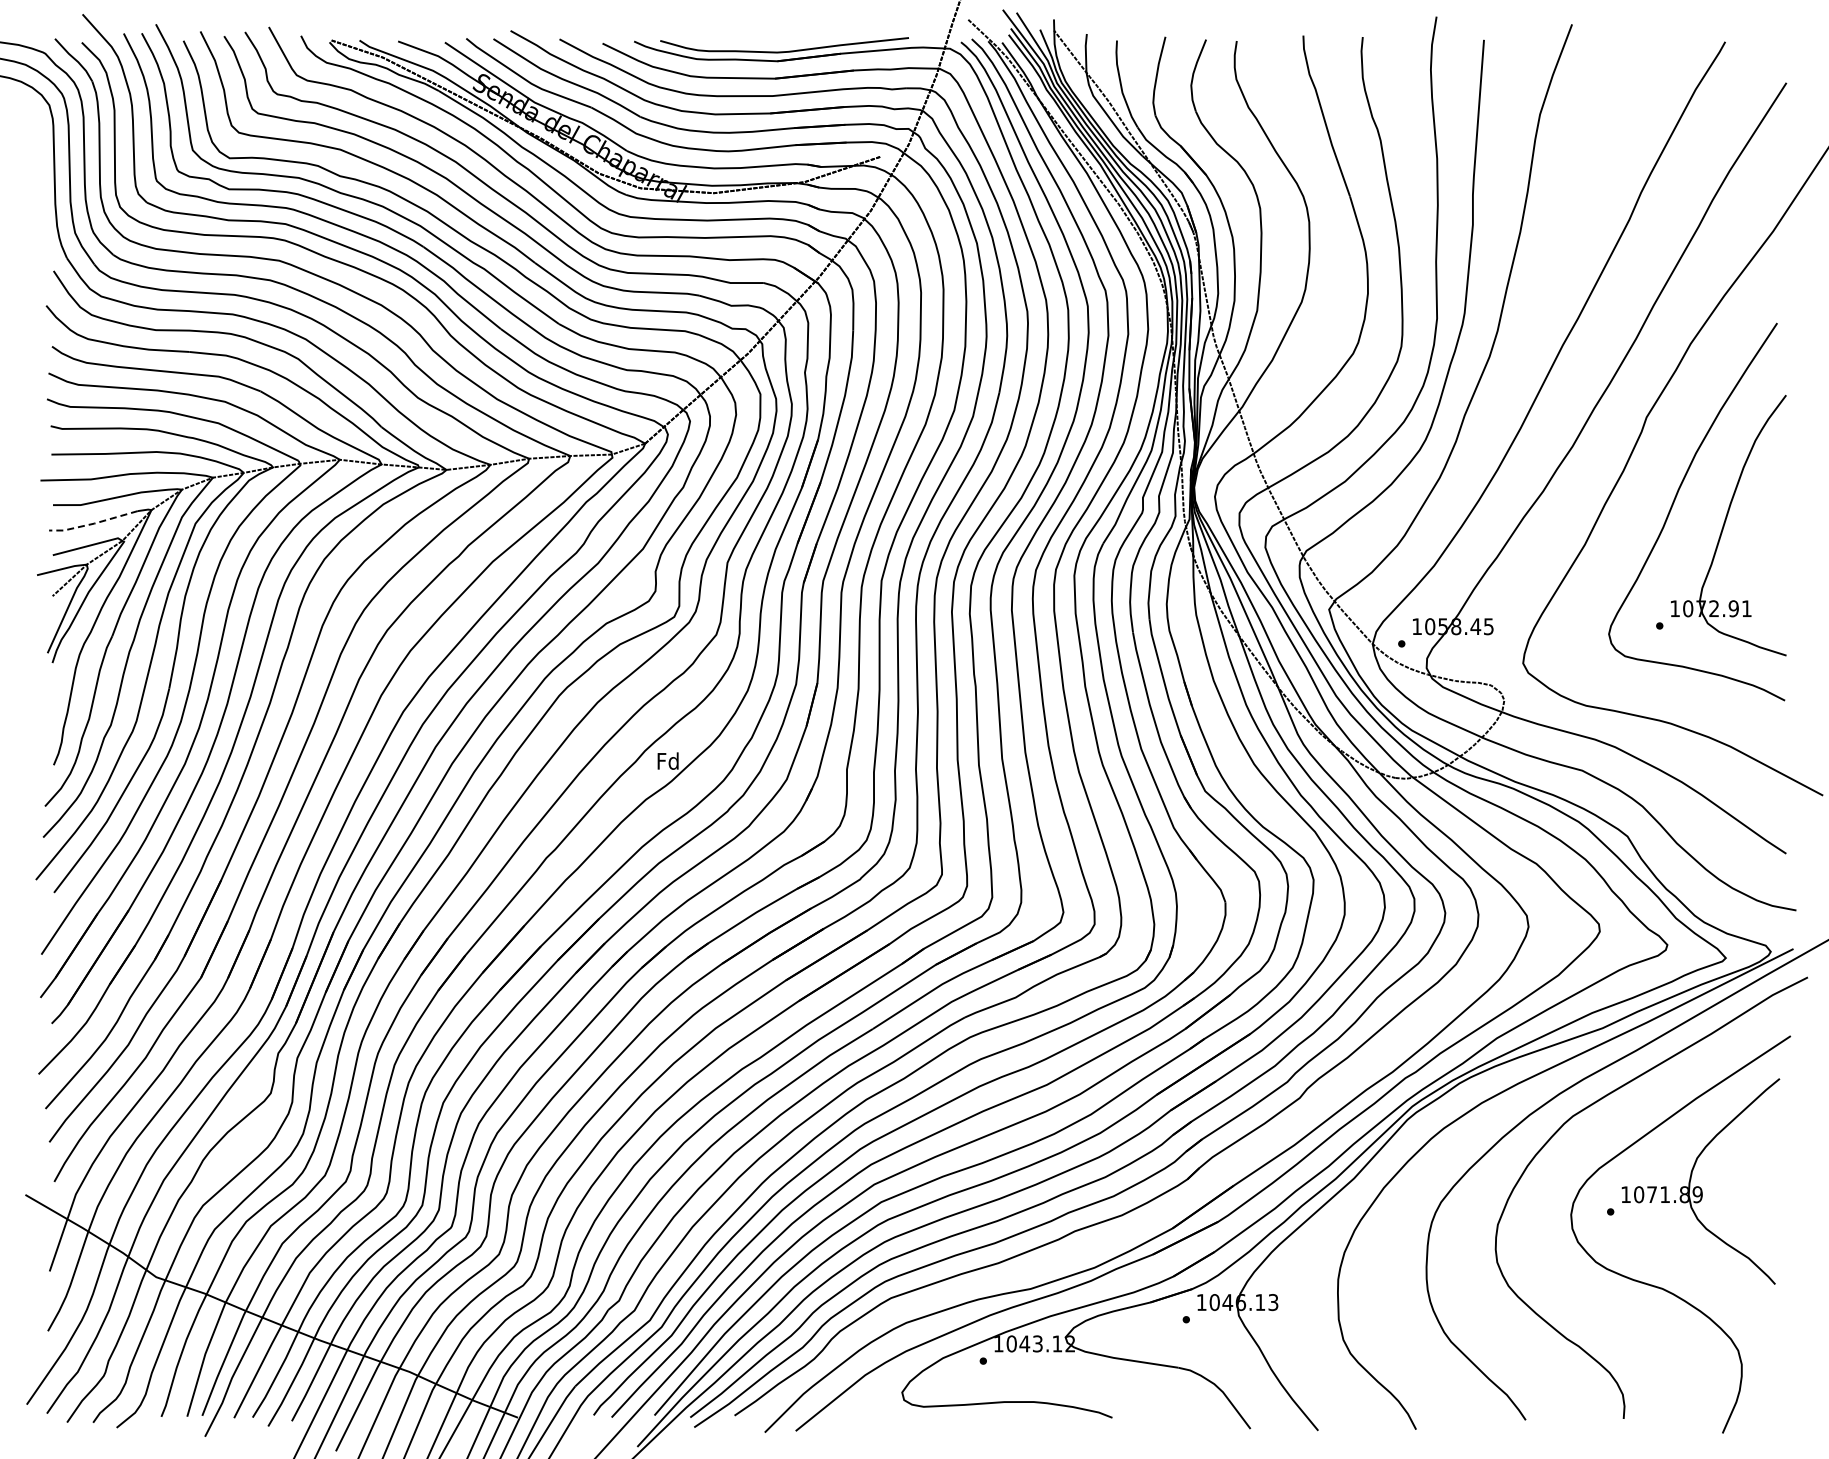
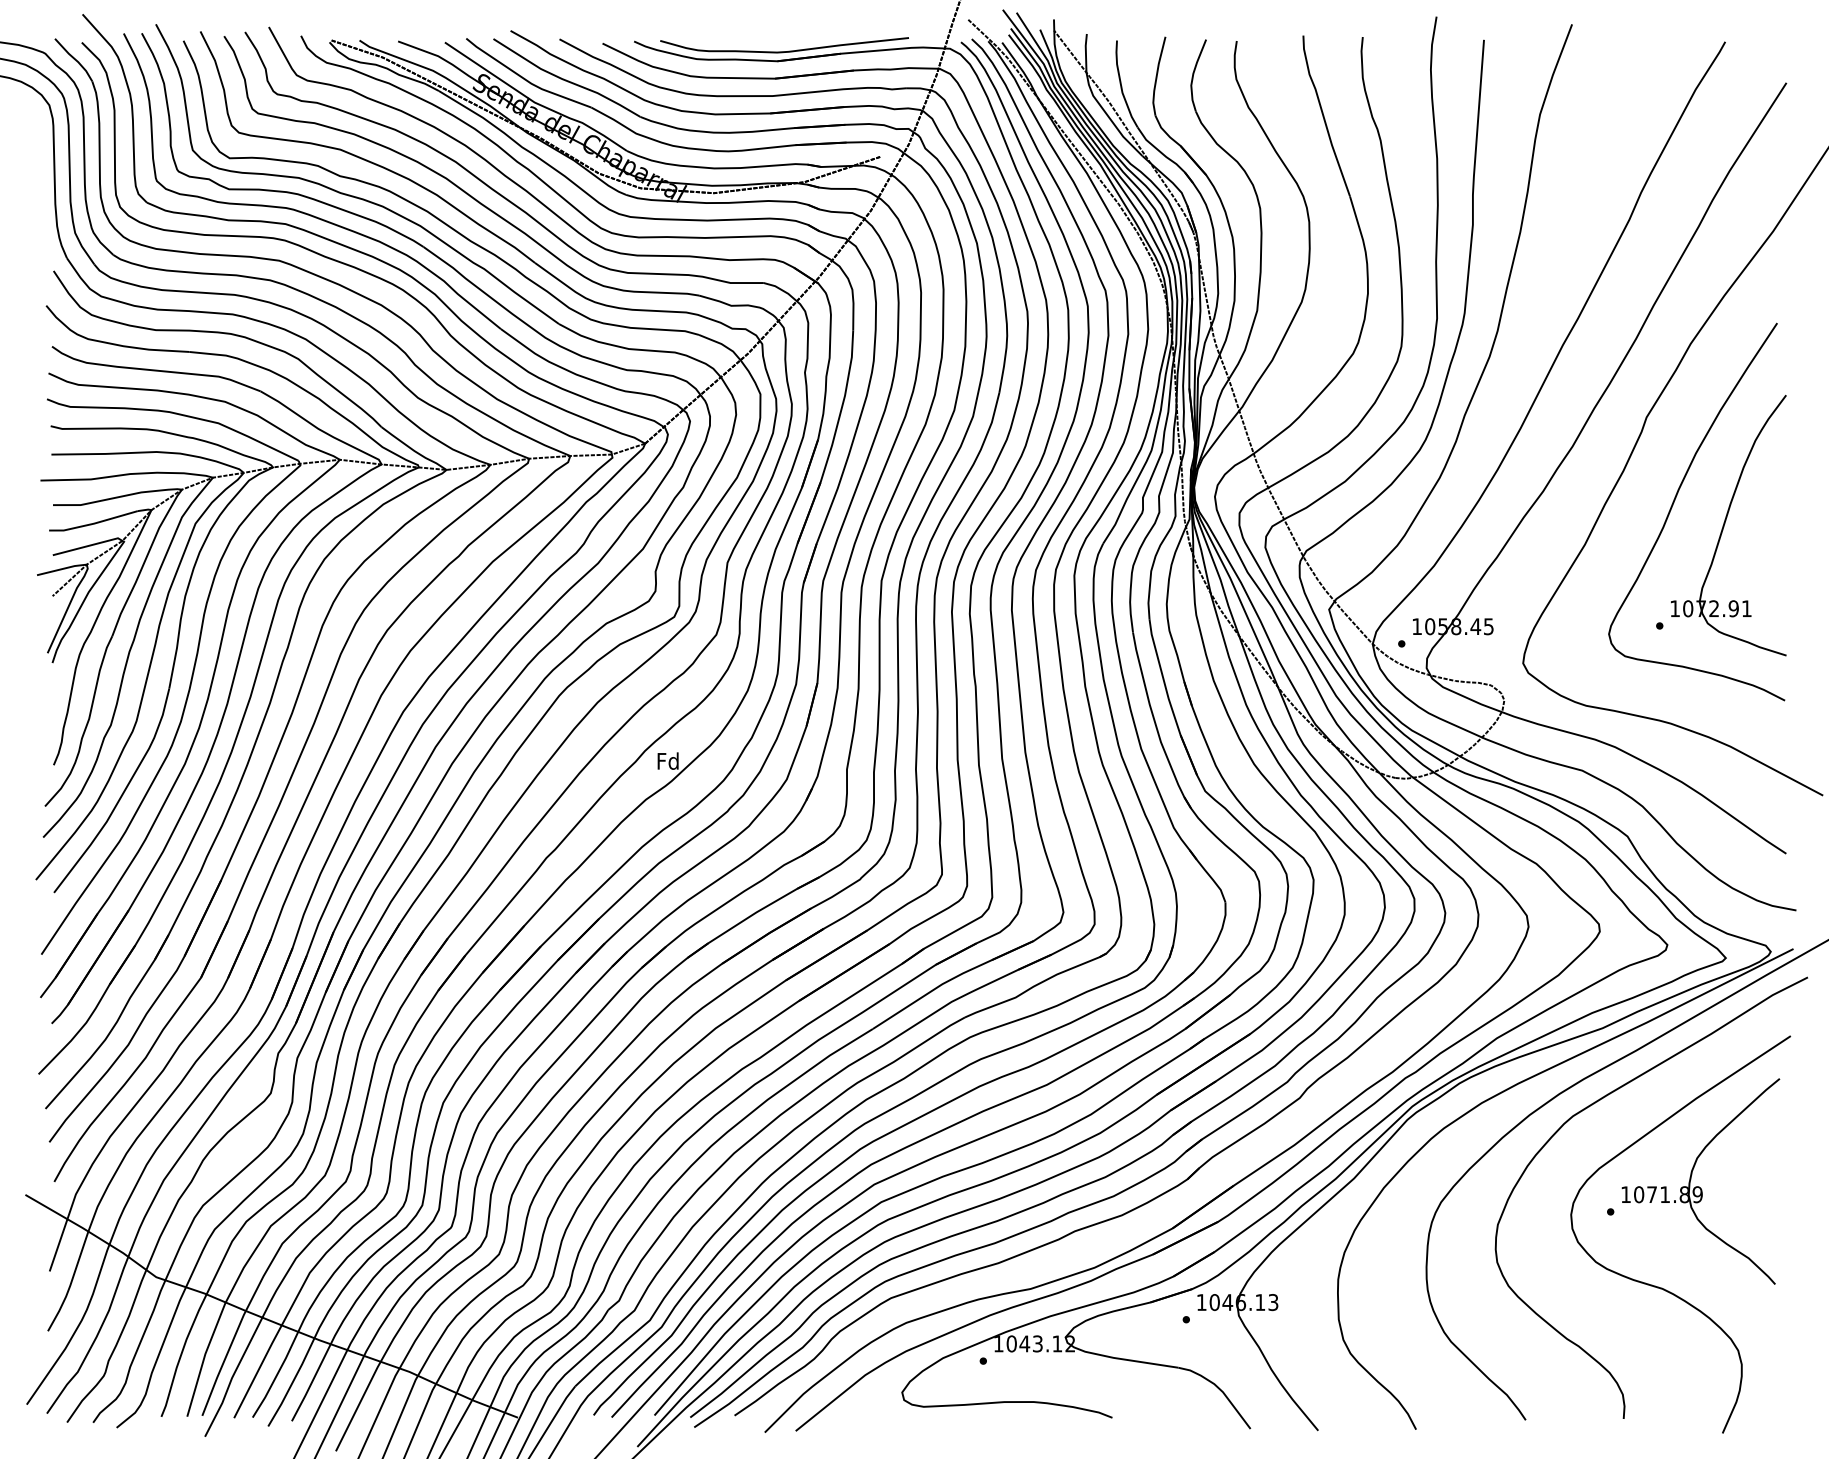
line at (93, 523): dashed -> solid
